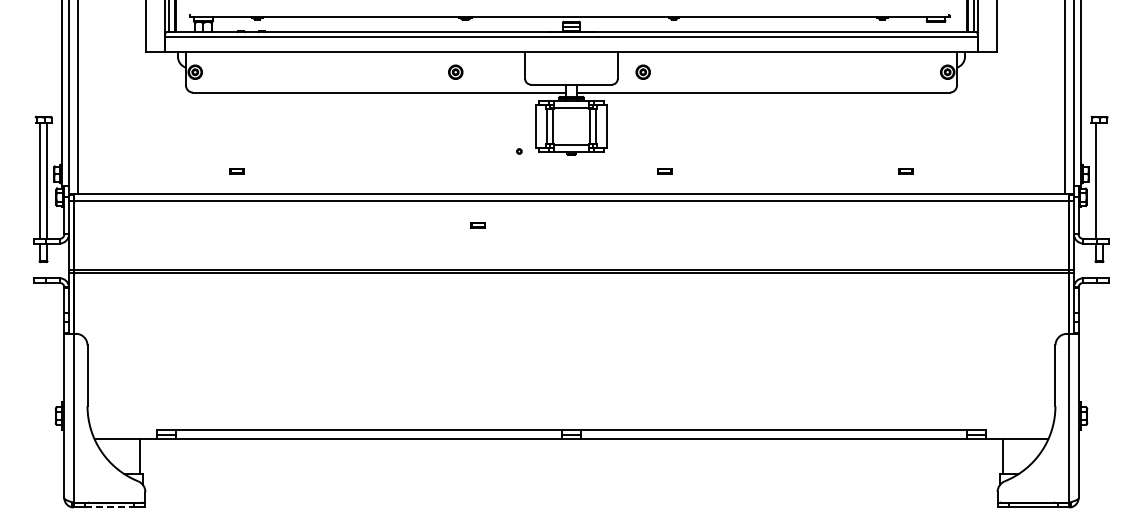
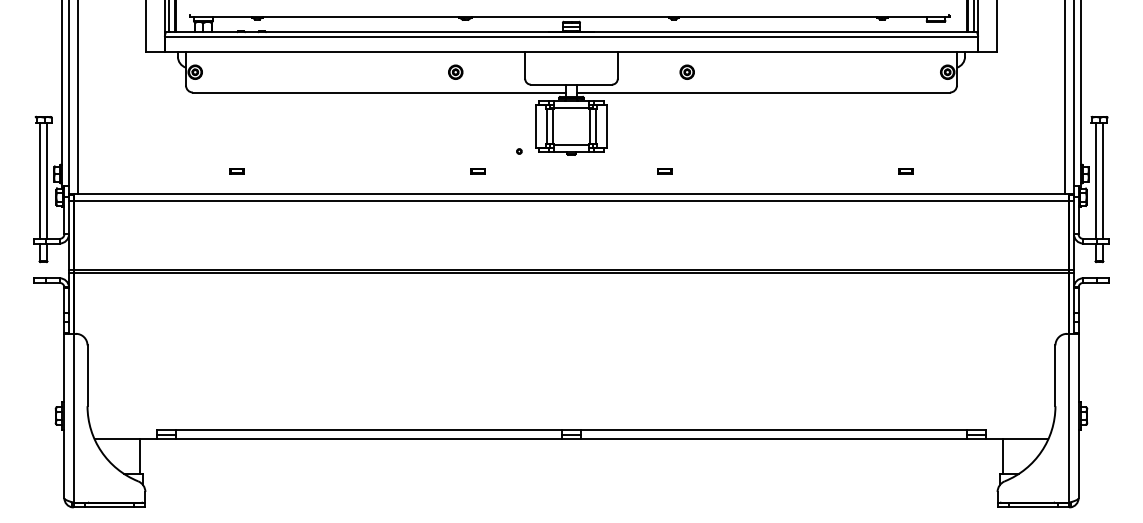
part at (642, 71) position: (642, 71) -> (686, 71)
line at (1103, 180): none -> present
part at (477, 225) position: (477, 225) -> (477, 171)
line at (110, 507): dashed -> solid
